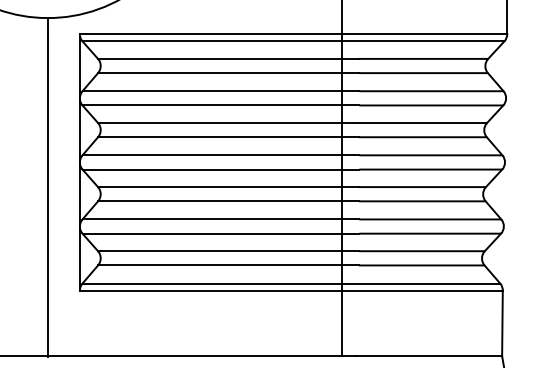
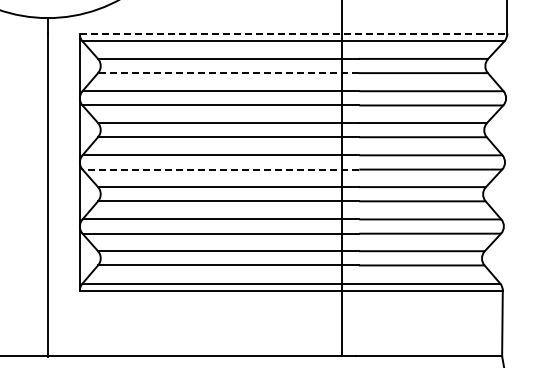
line at (293, 34): solid -> dashed
line at (228, 73): solid -> dashed
line at (220, 169): solid -> dashed
